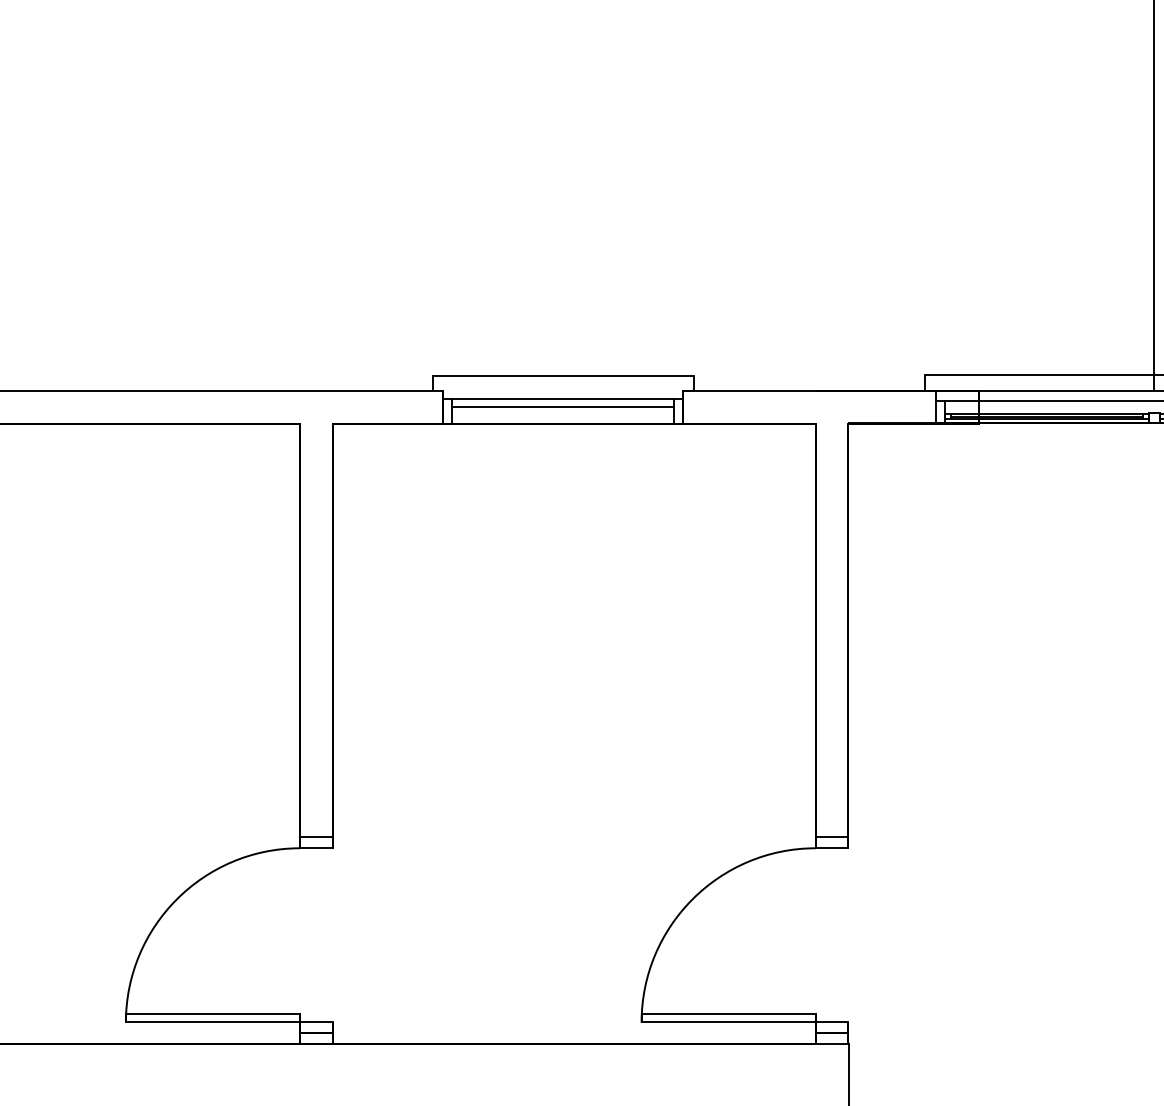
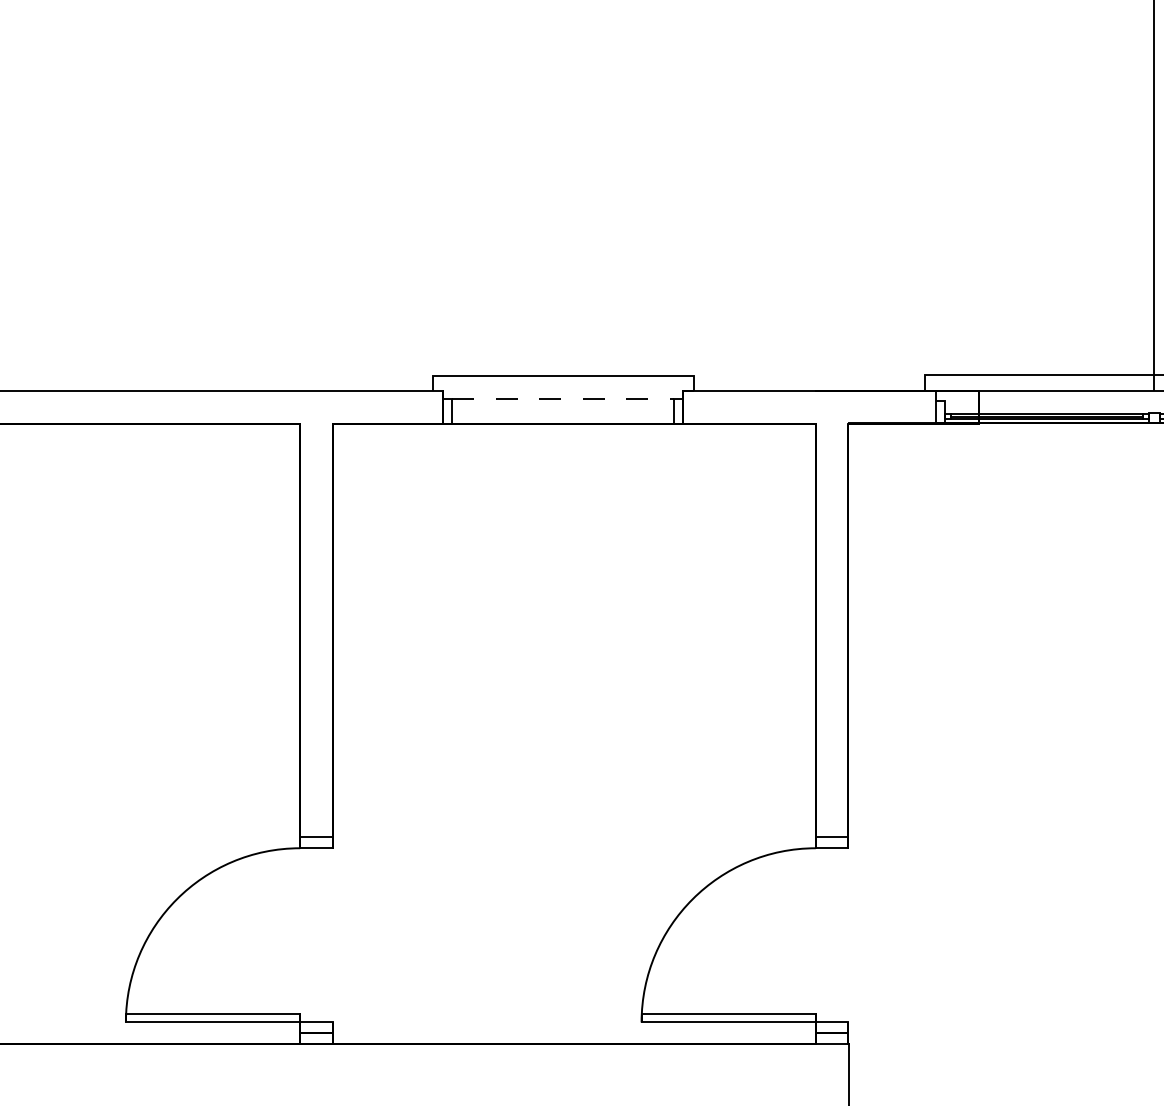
line at (563, 398): solid -> dashed
line at (1052, 401): present -> none
line at (563, 407): present -> none
